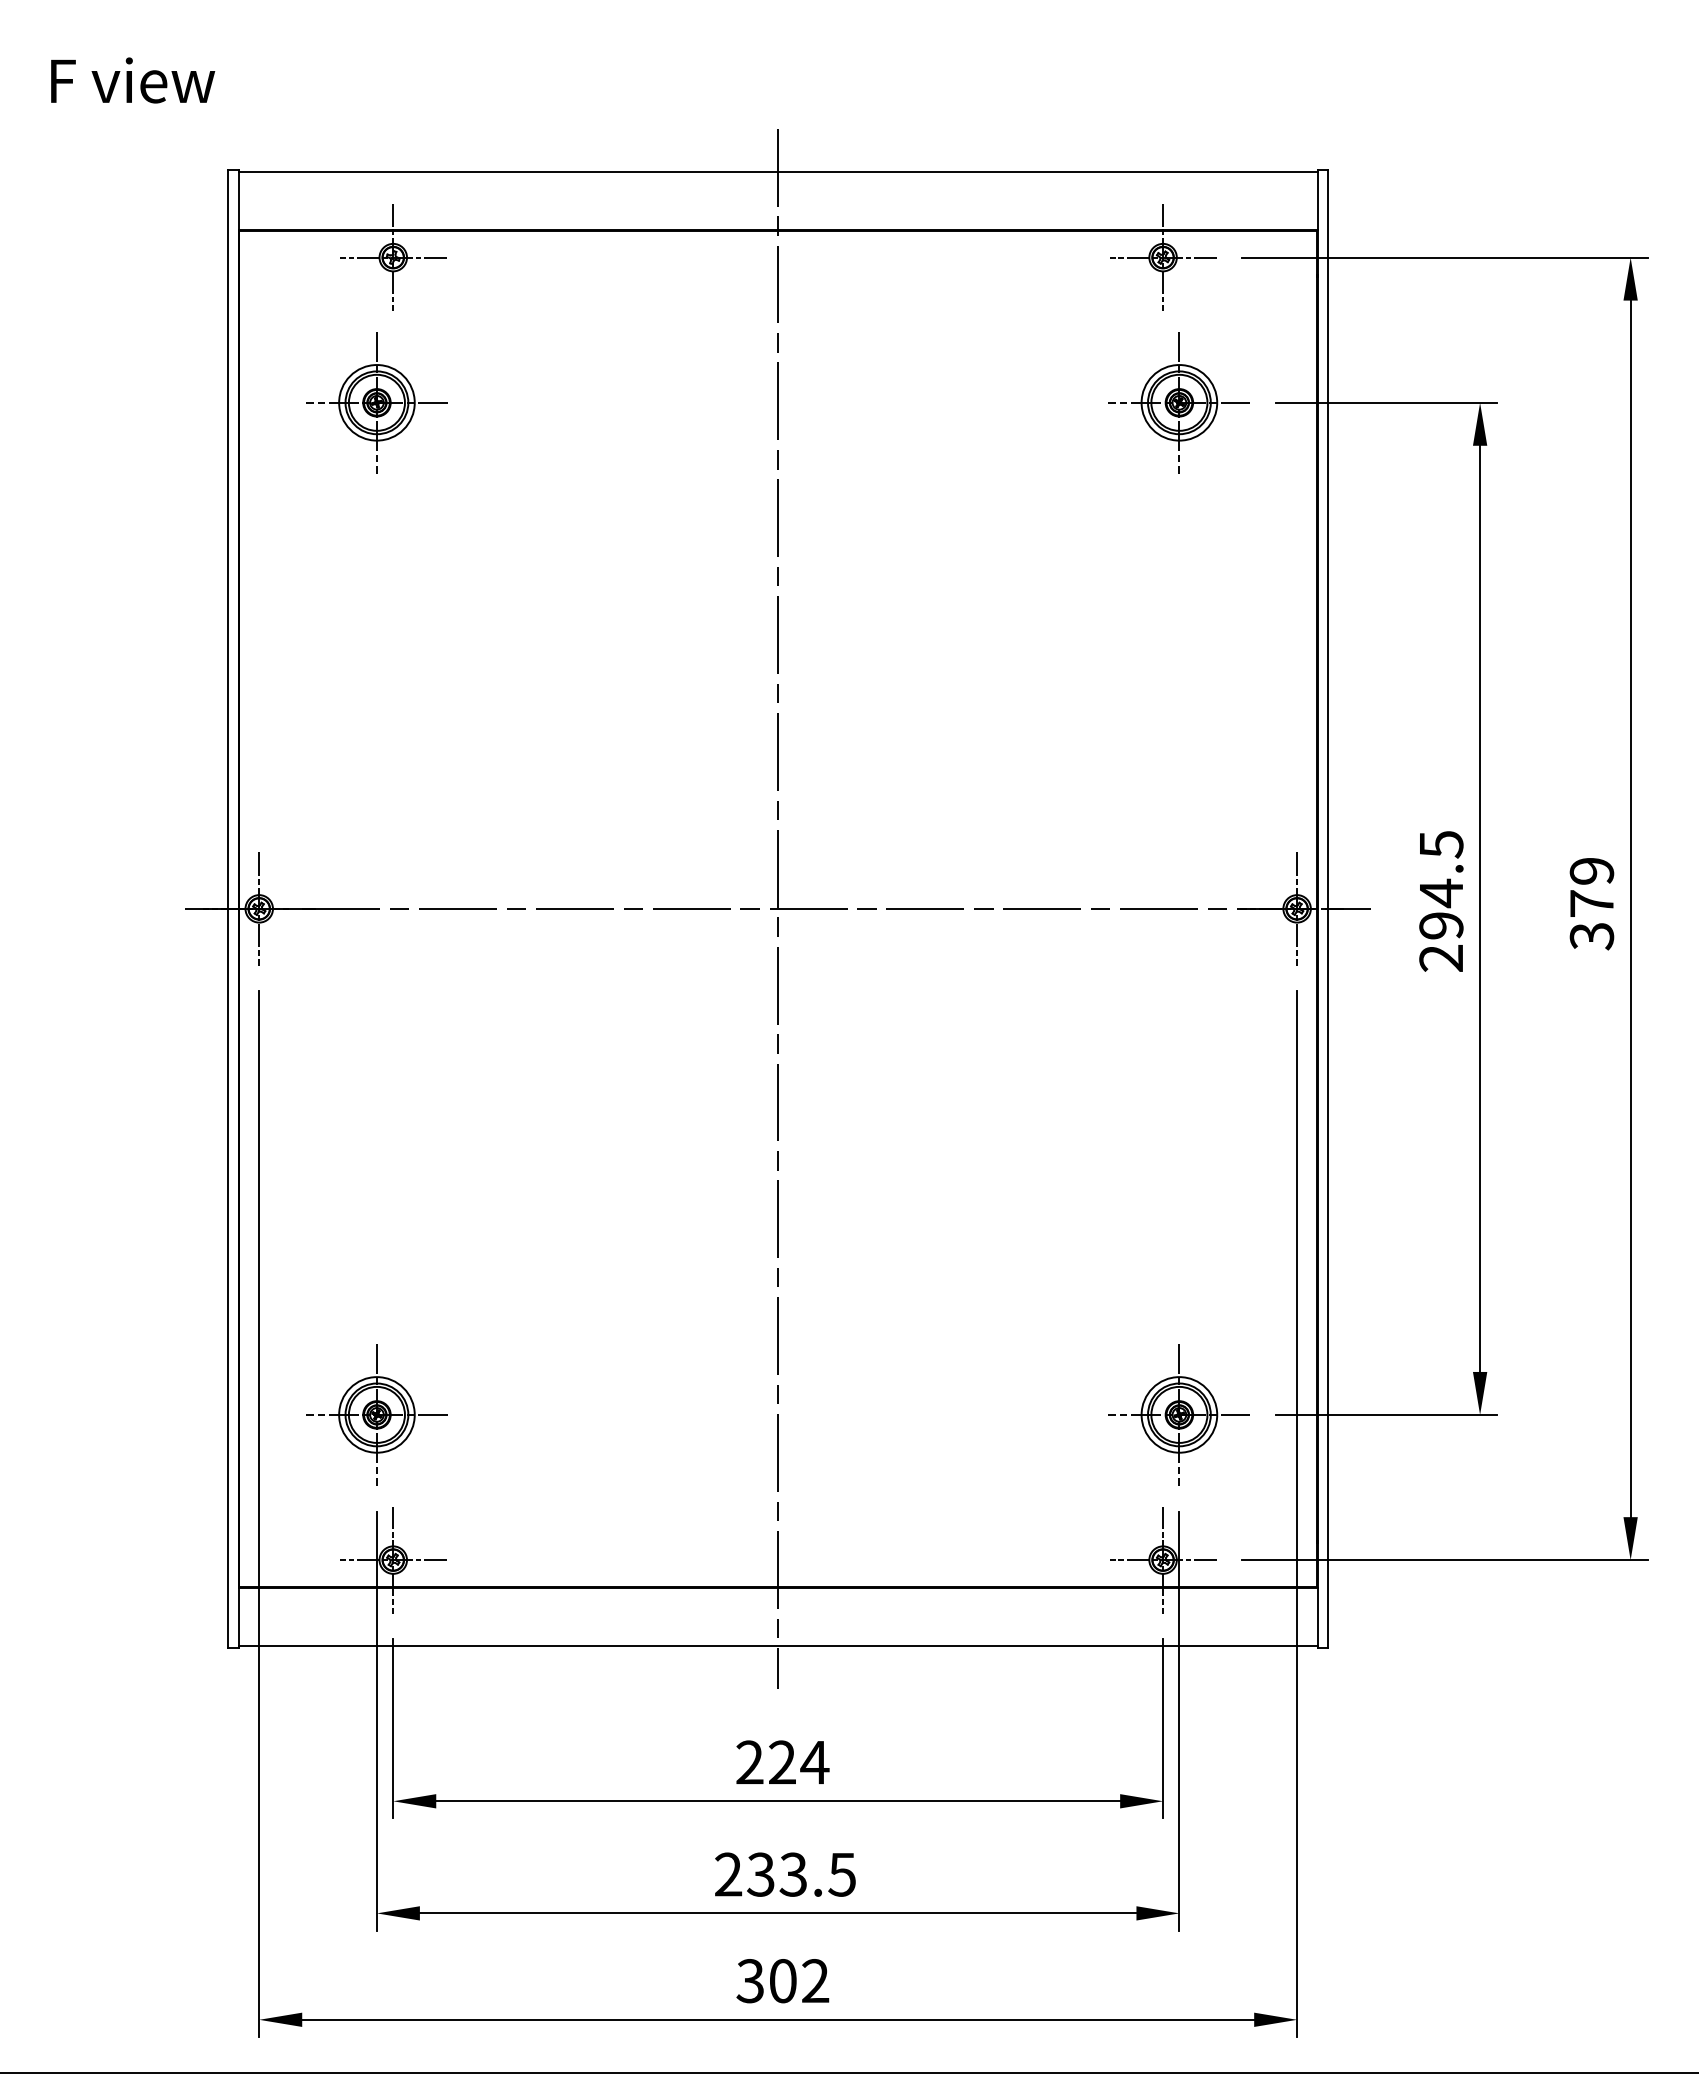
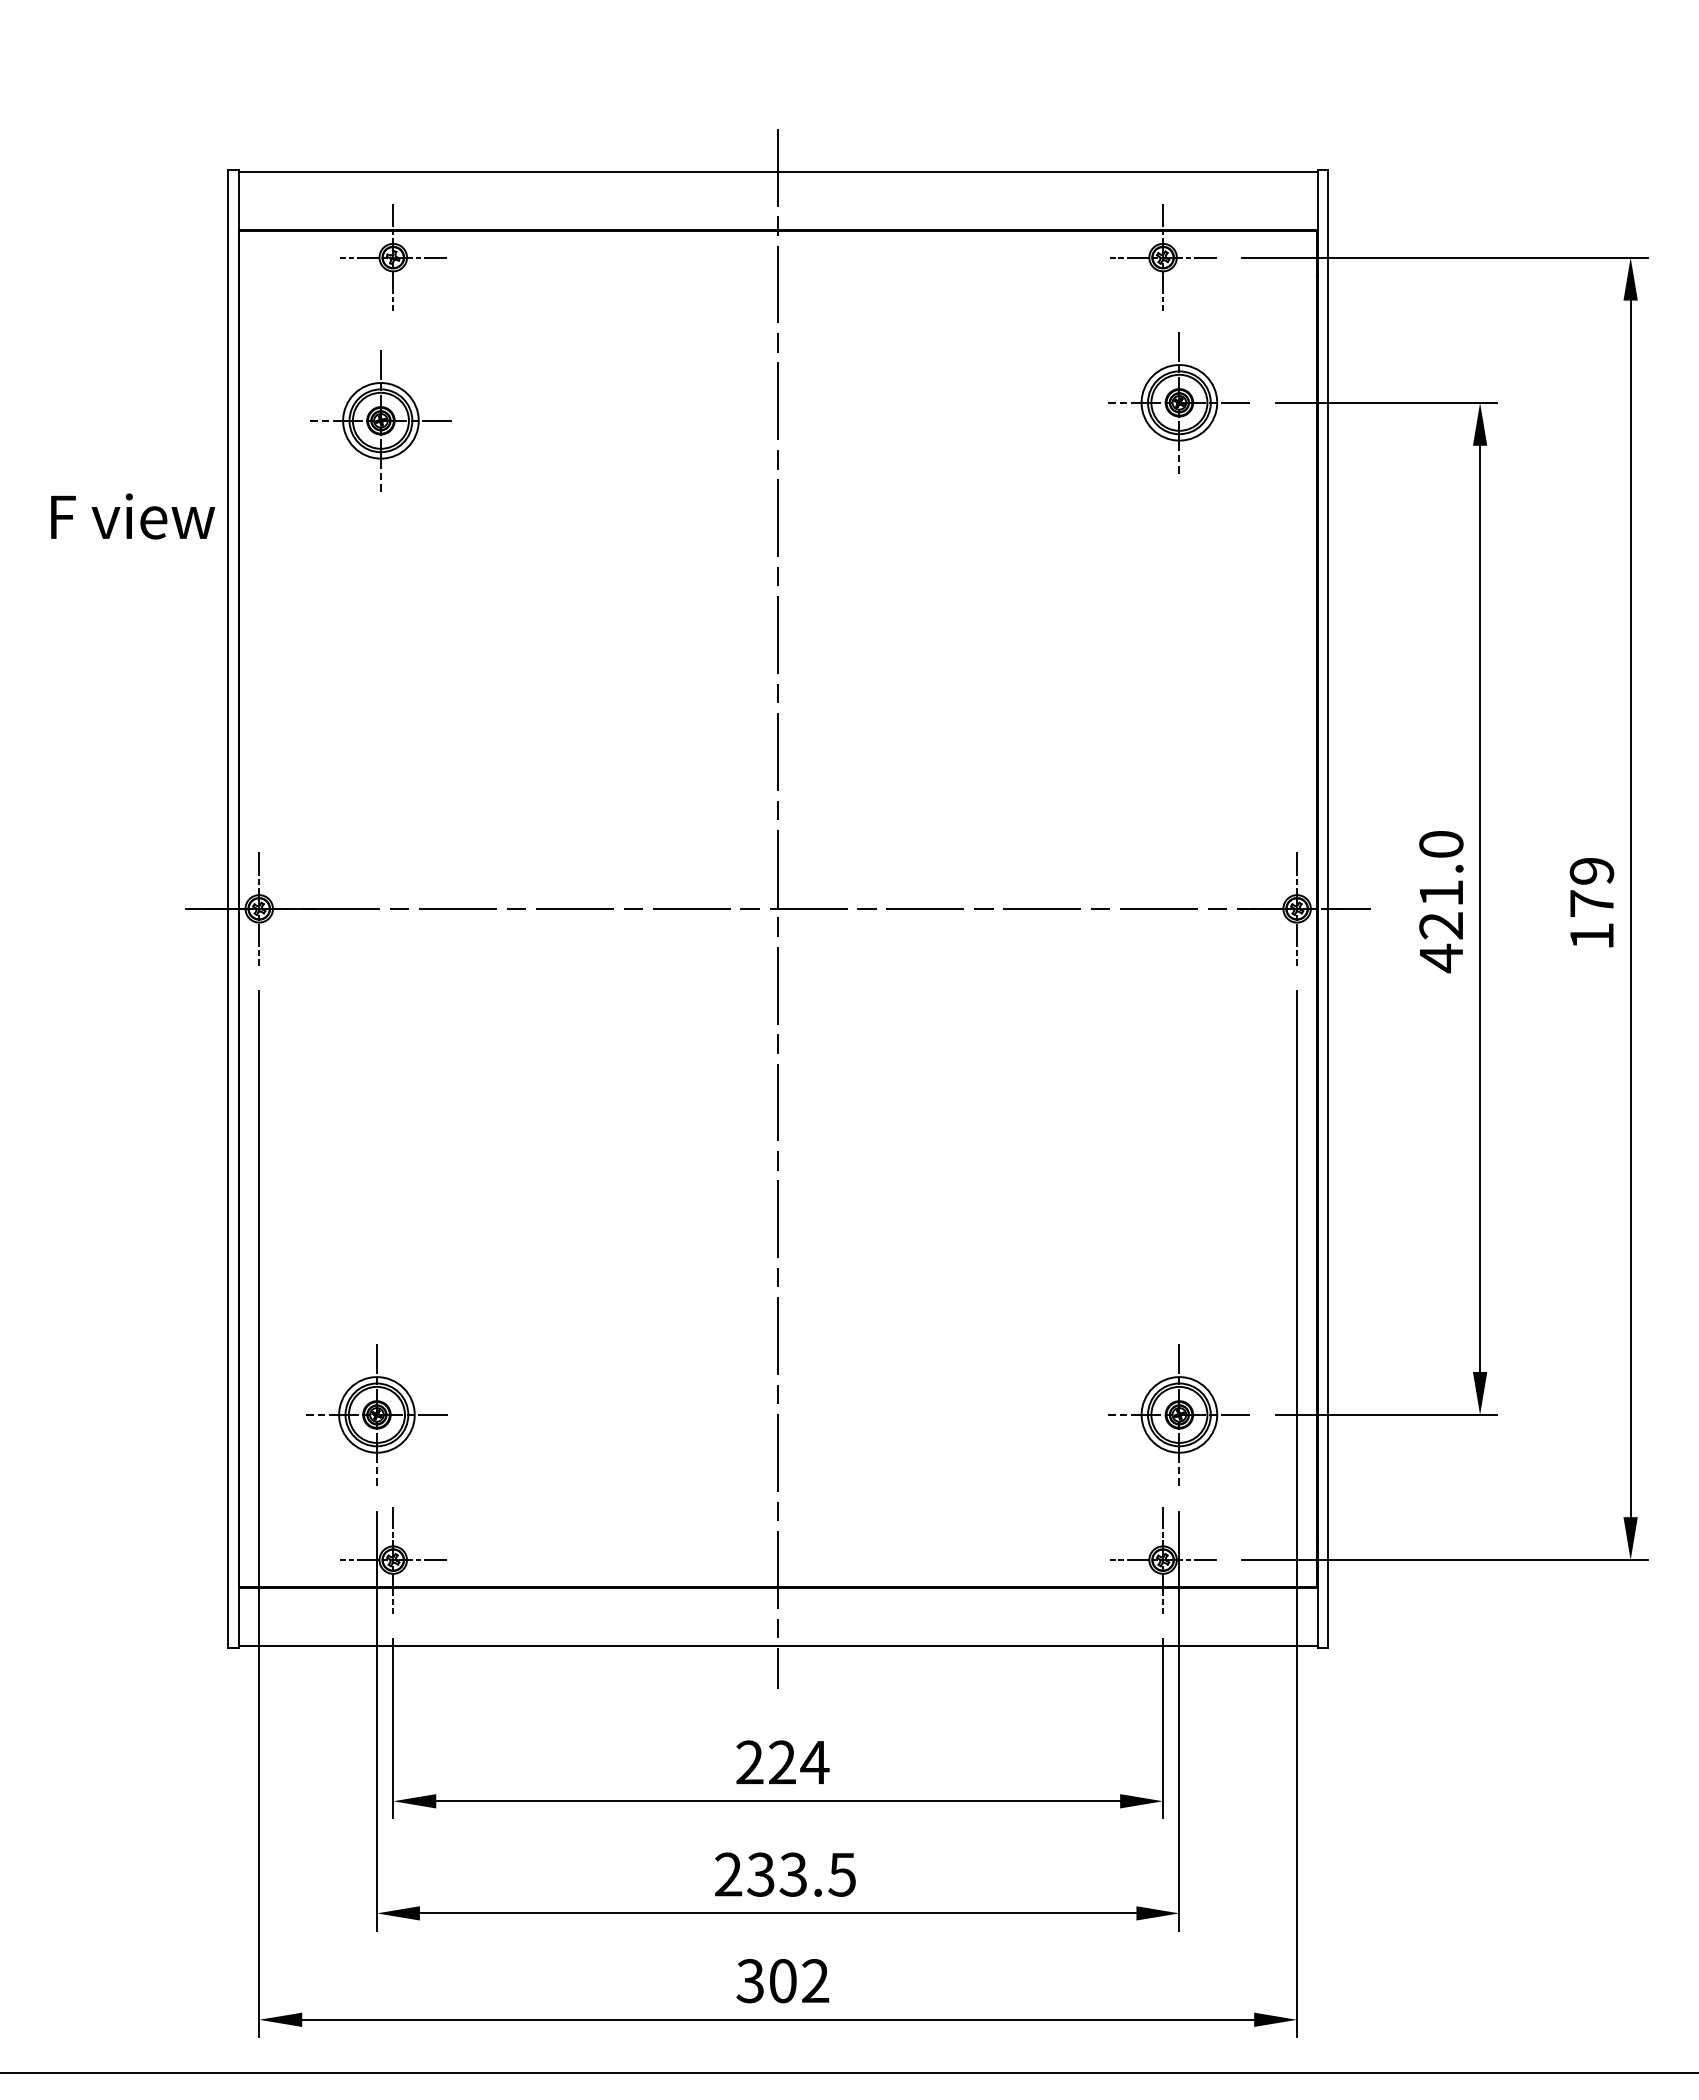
text at (133, 80) position: (133, 80) -> (133, 516)
part at (376, 402) position: (376, 402) -> (380, 420)
text at (1441, 902): 294.5 -> 421.0
text at (1591, 936): 379 -> 179
